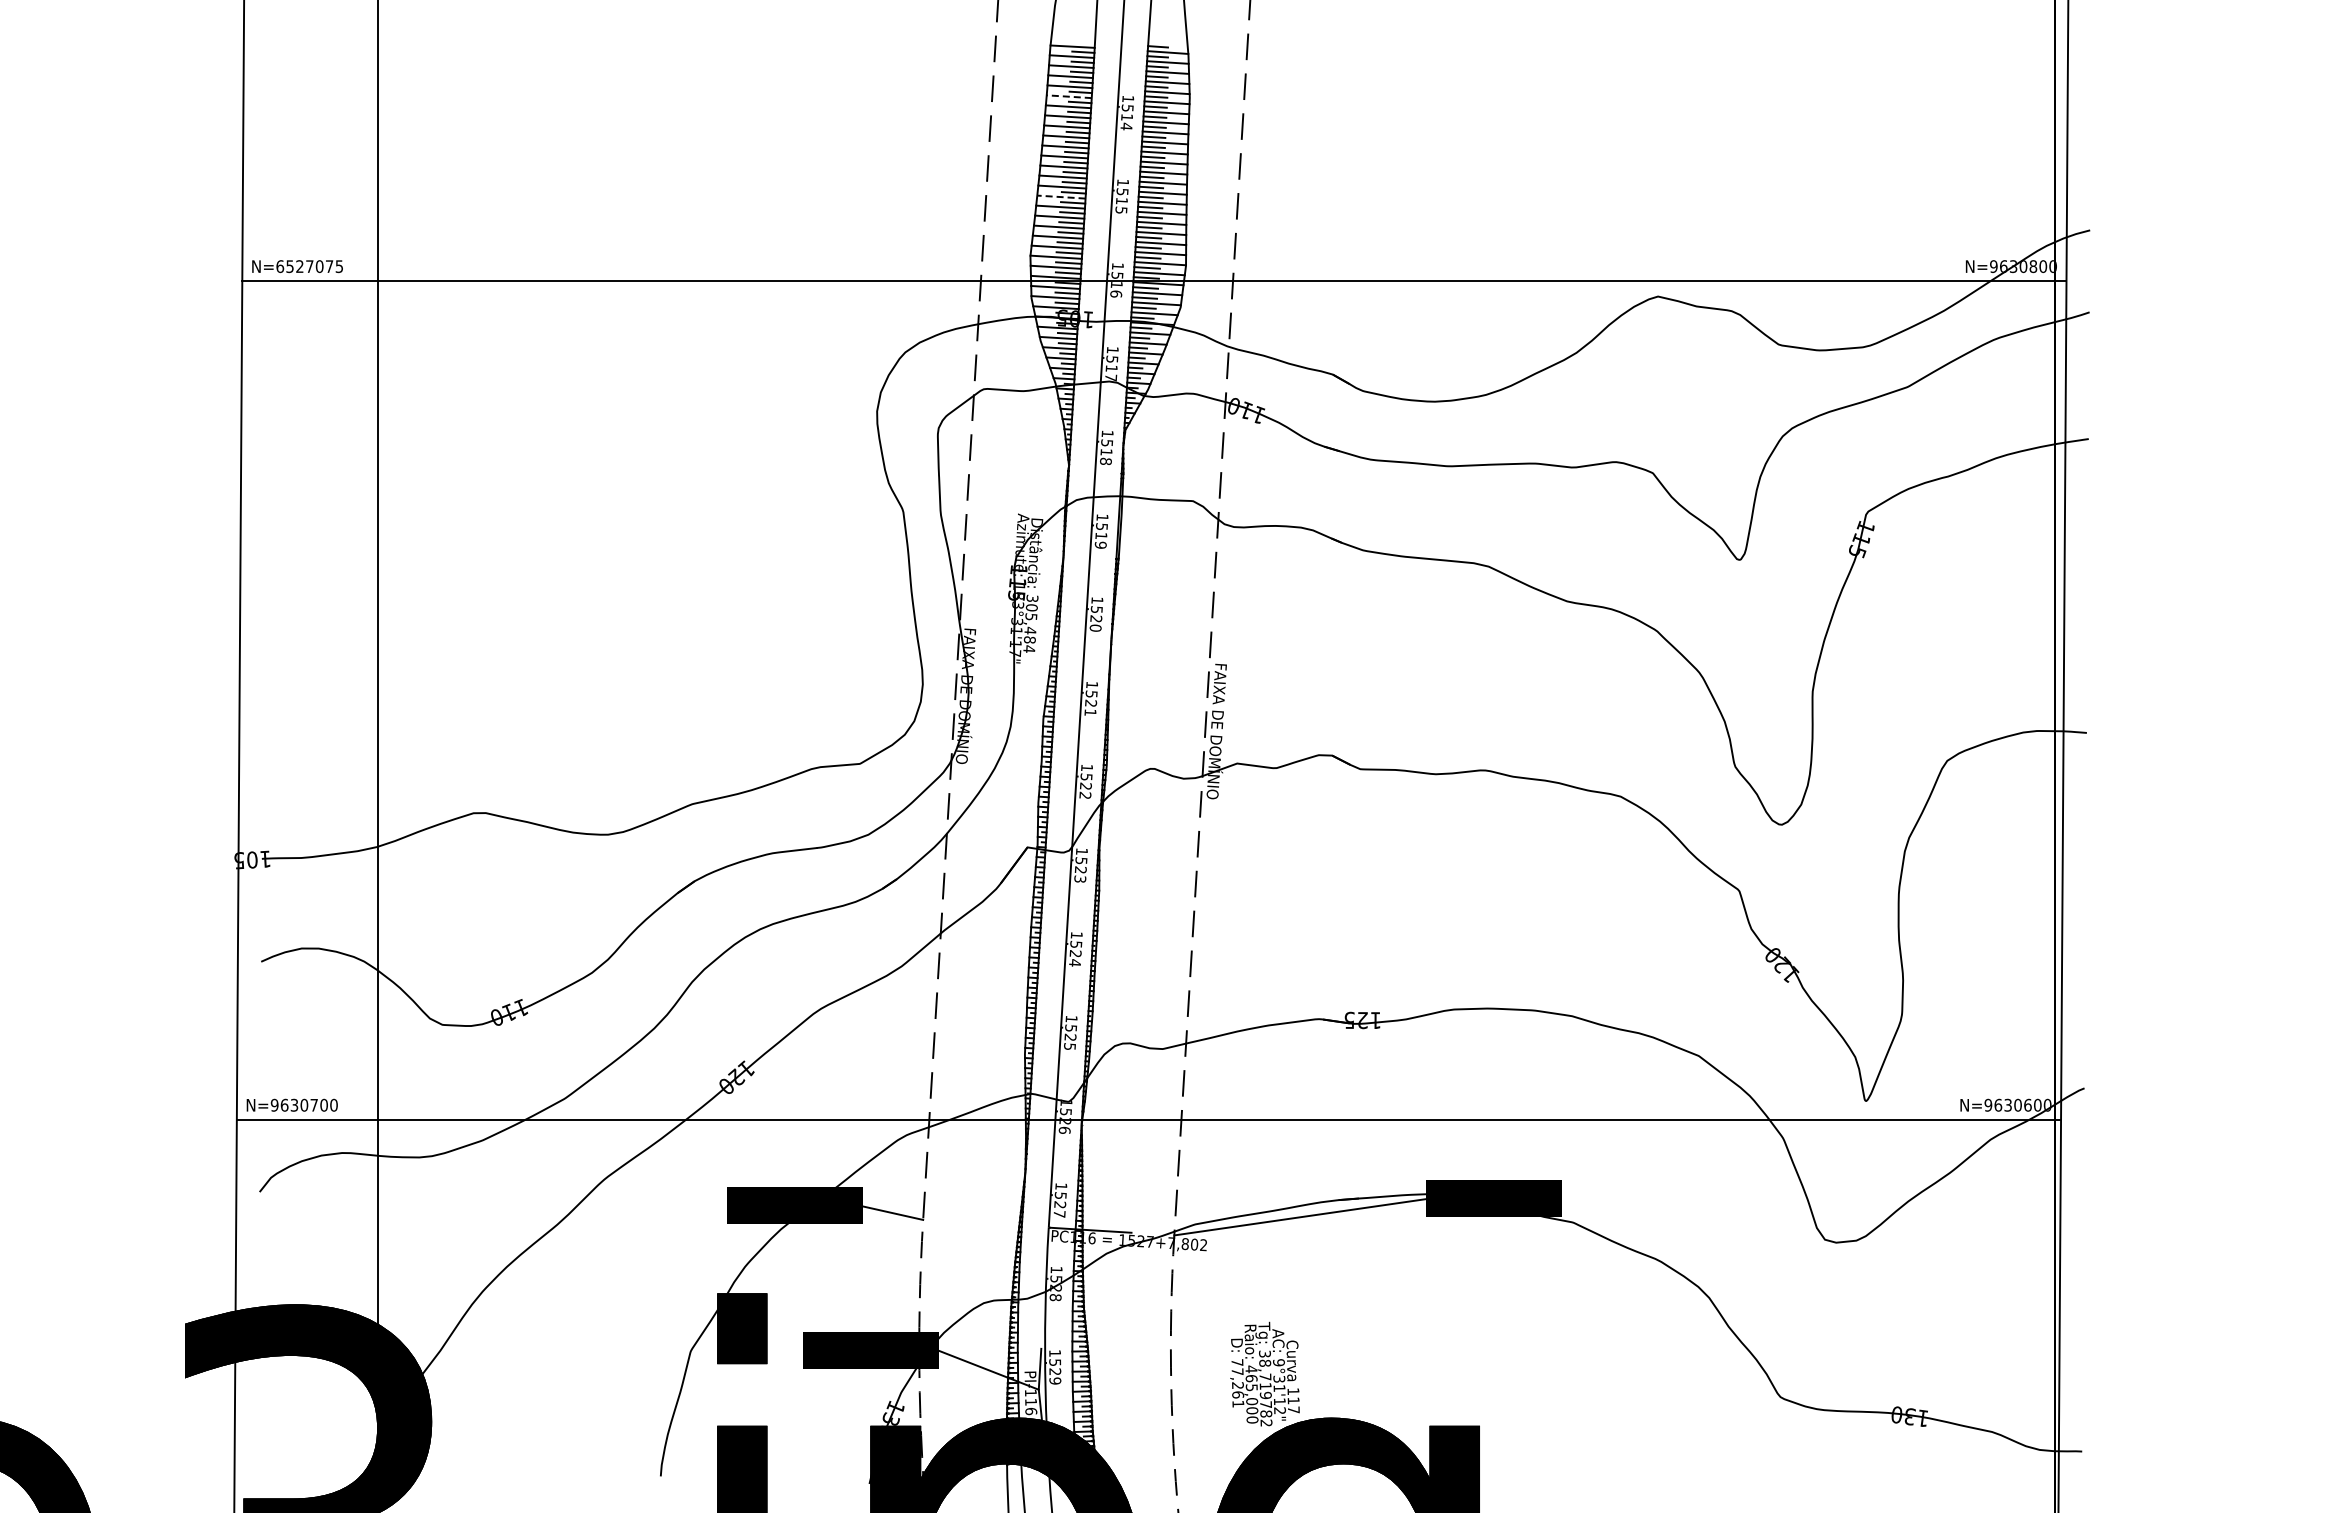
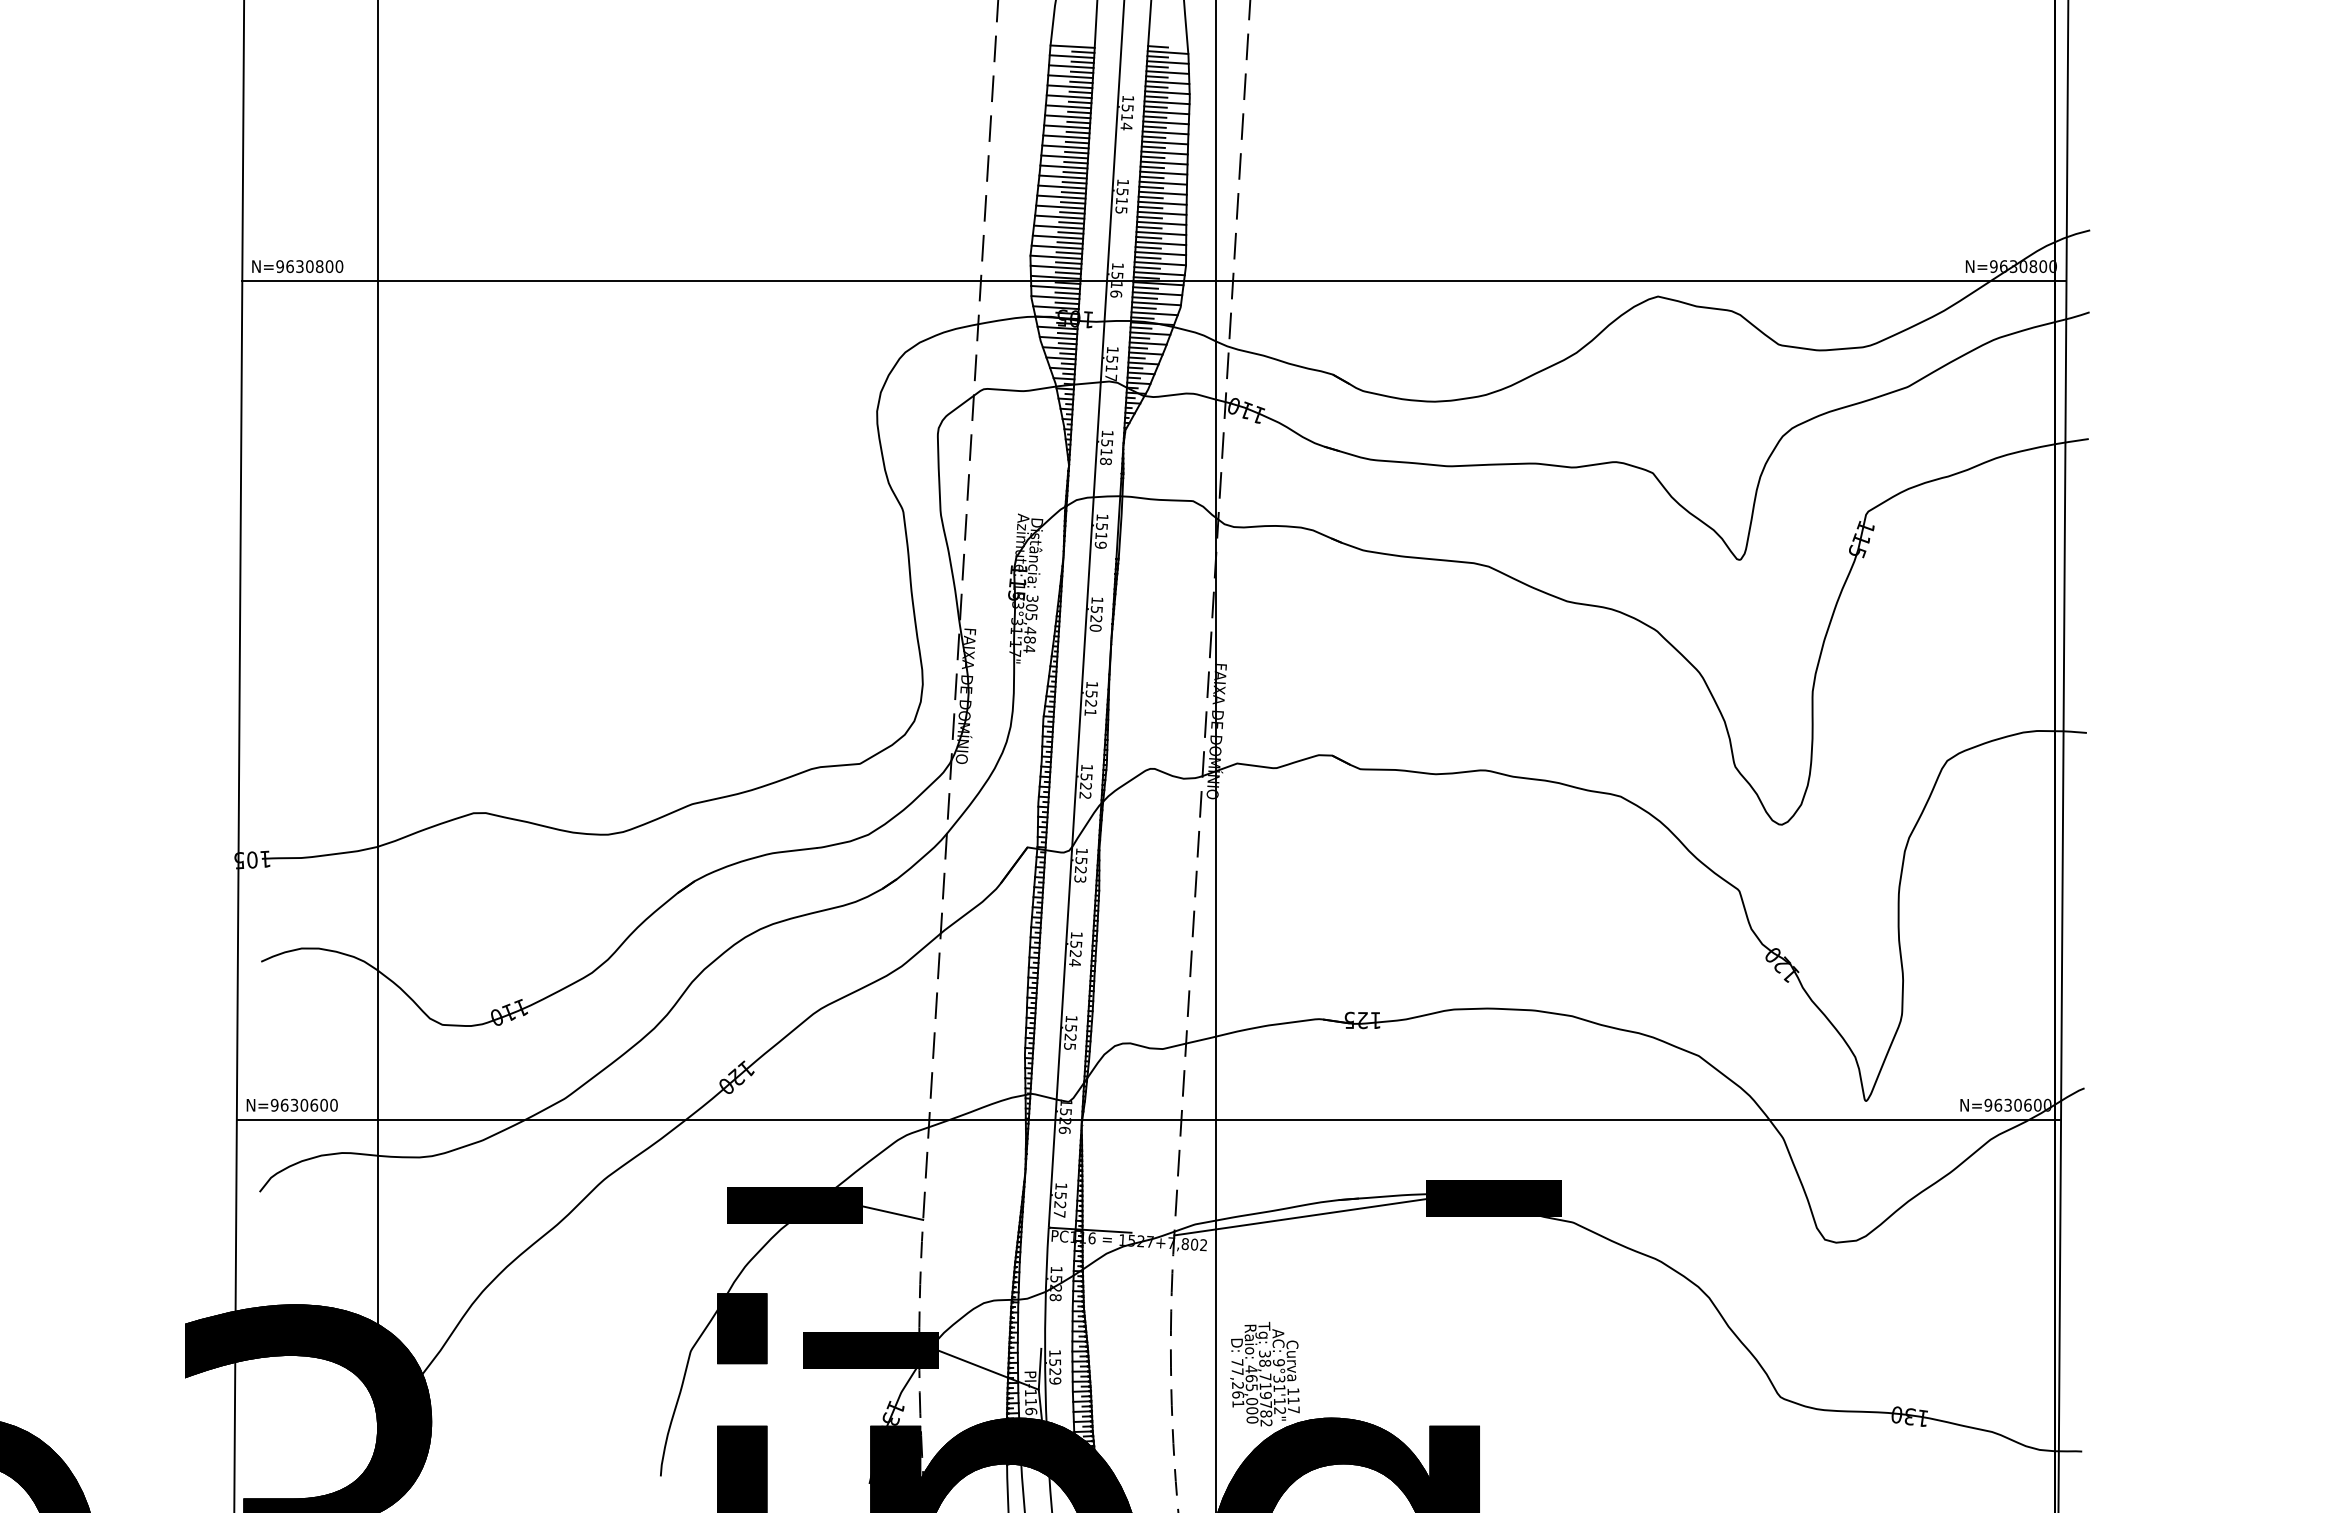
line at (1069, 96): dashed -> solid
line at (1060, 197): dashed -> solid
text at (309, 266): N=6527075 -> N=9630800
line at (1216, 755): none -> present
text at (314, 1104): N=9630700 -> N=9630600
